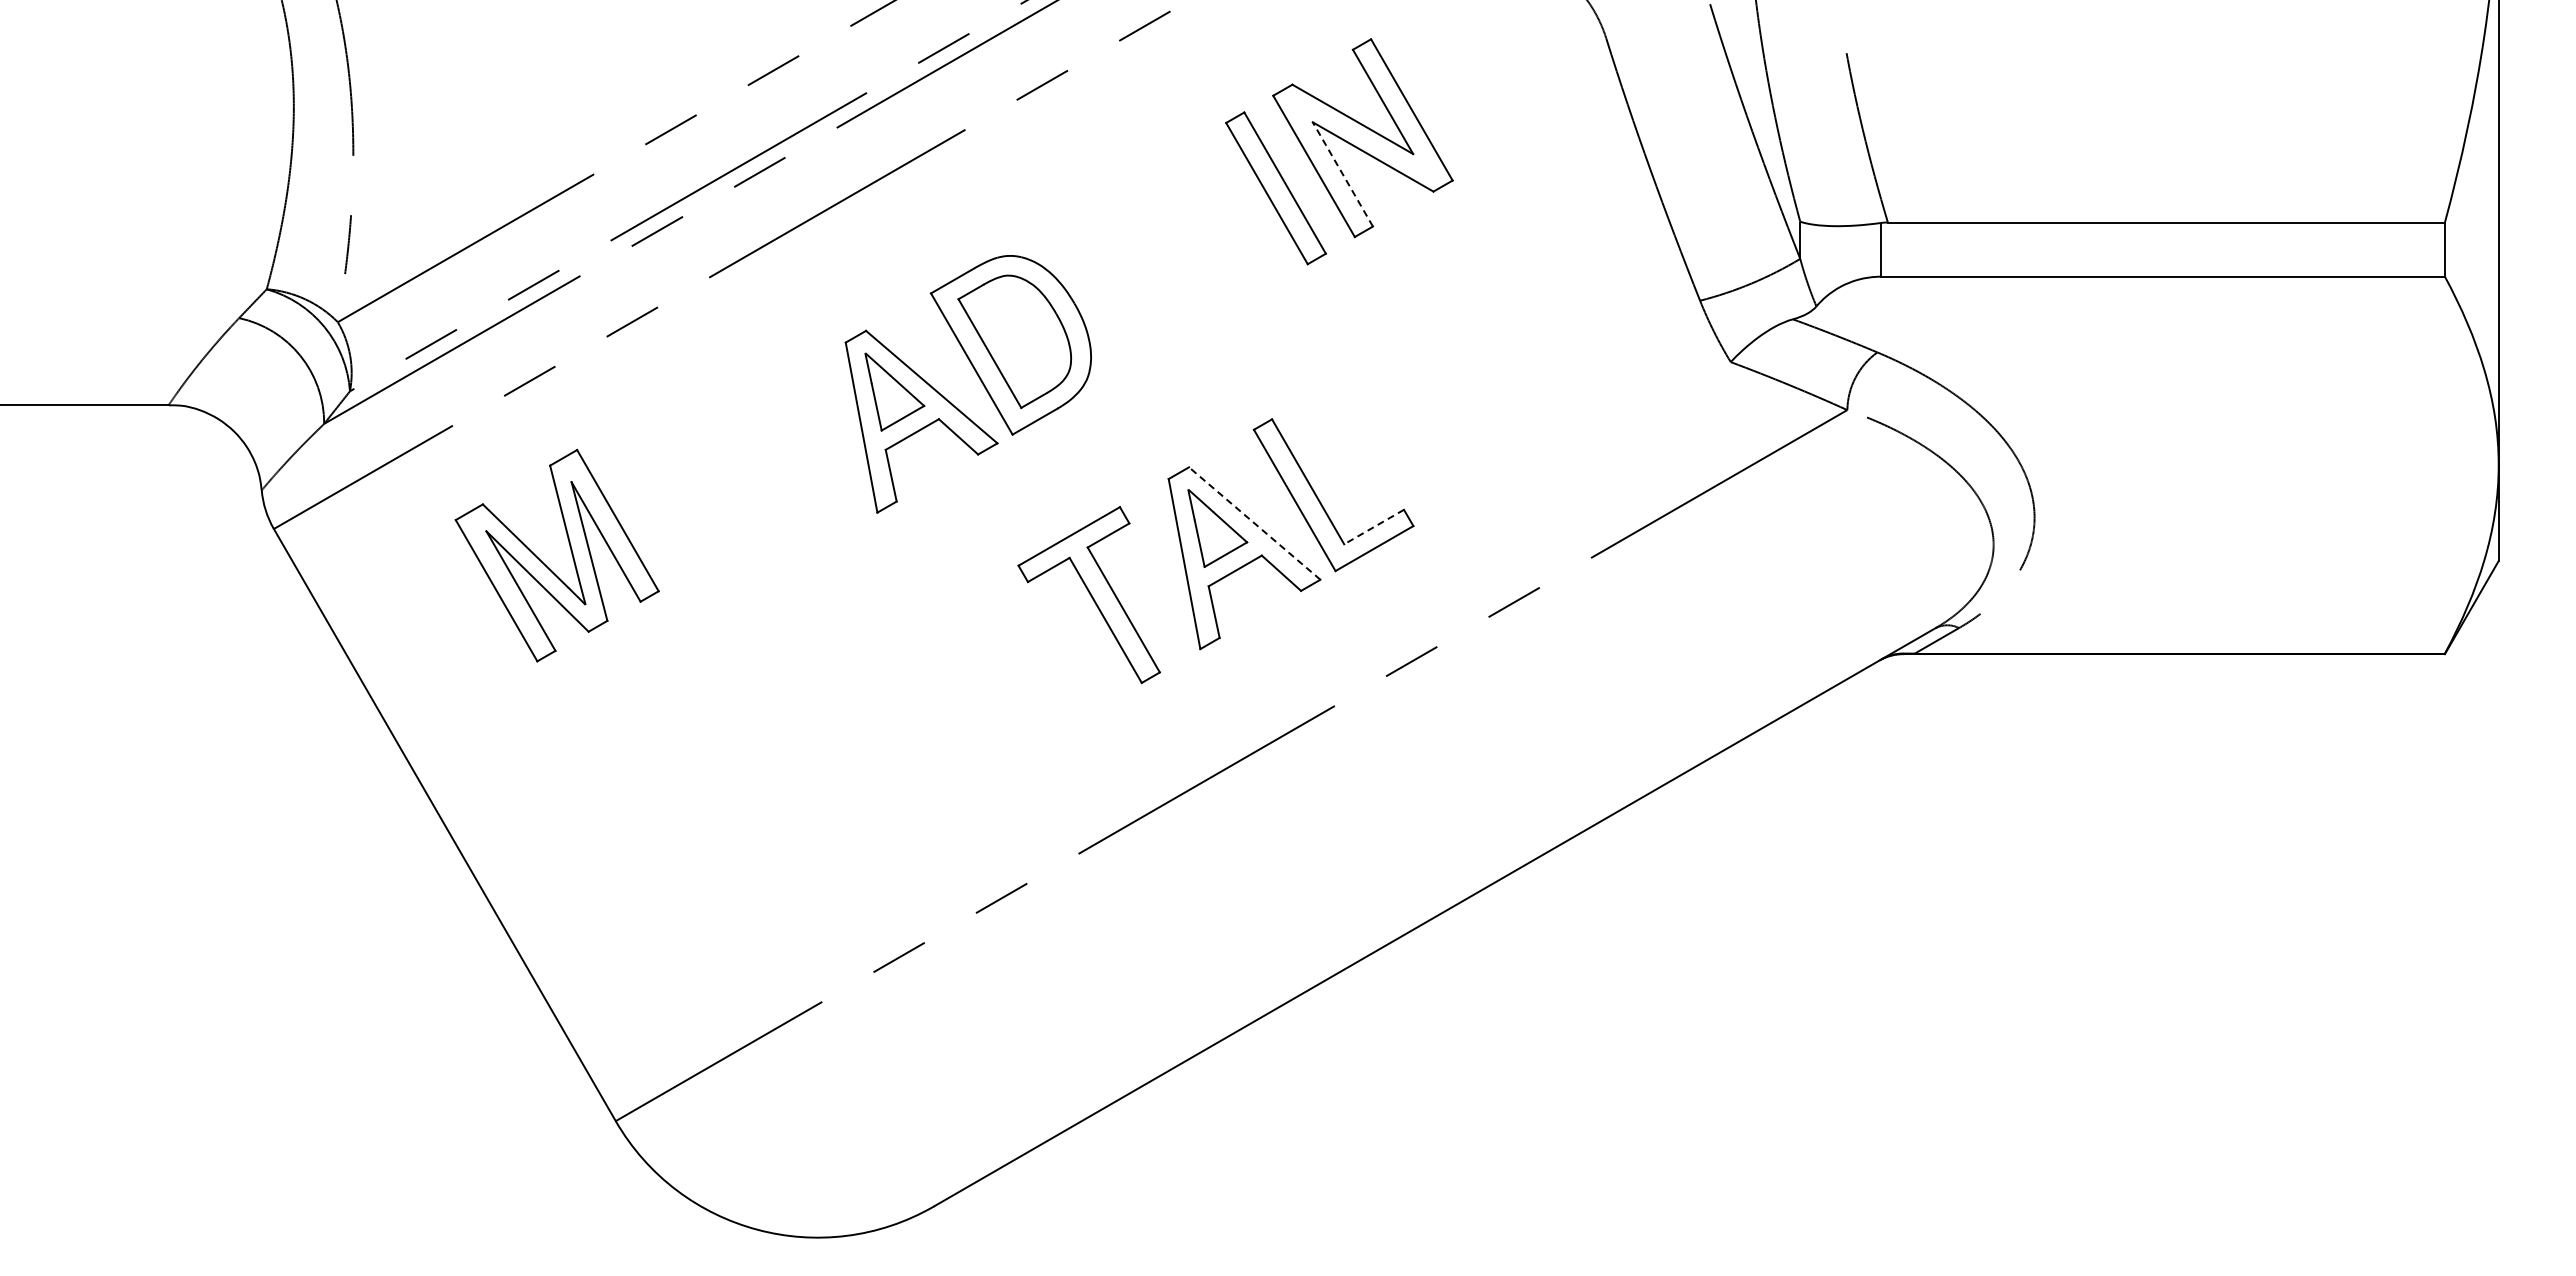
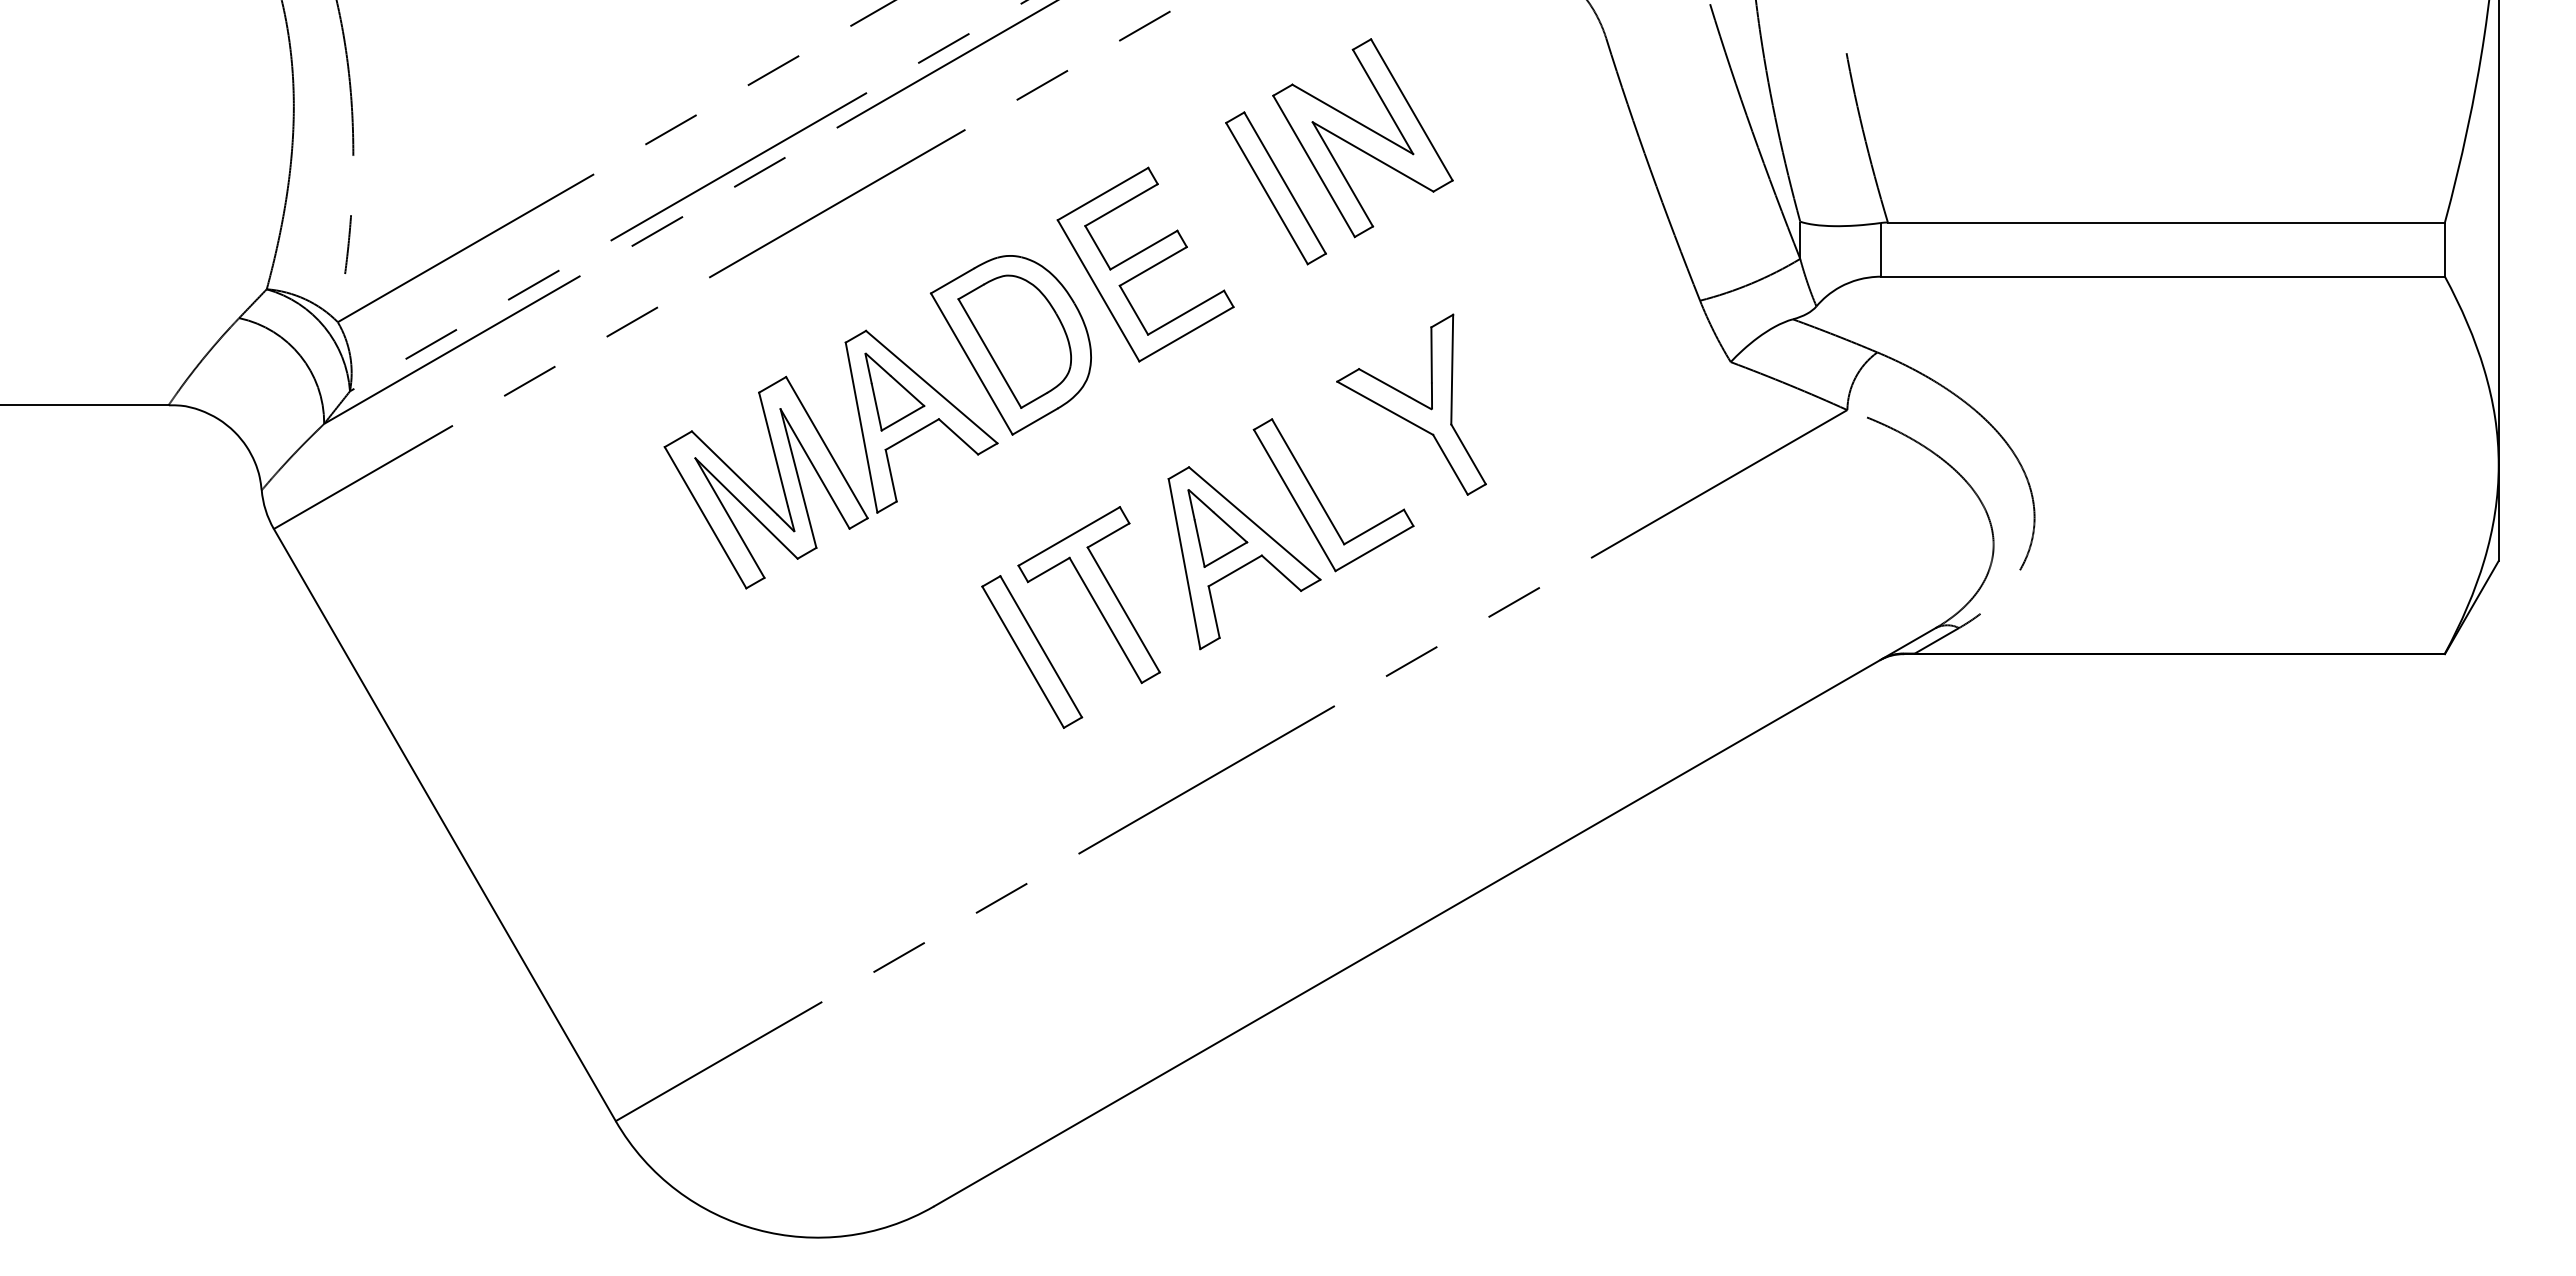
line at (1342, 173): dashed -> solid
part at (1145, 264): none -> present
part at (1411, 404): none -> present
line at (1254, 523): dashed -> solid
line at (1374, 527): dashed -> solid
part at (549, 567) position: (549, 567) -> (758, 494)
part at (1032, 651): none -> present
